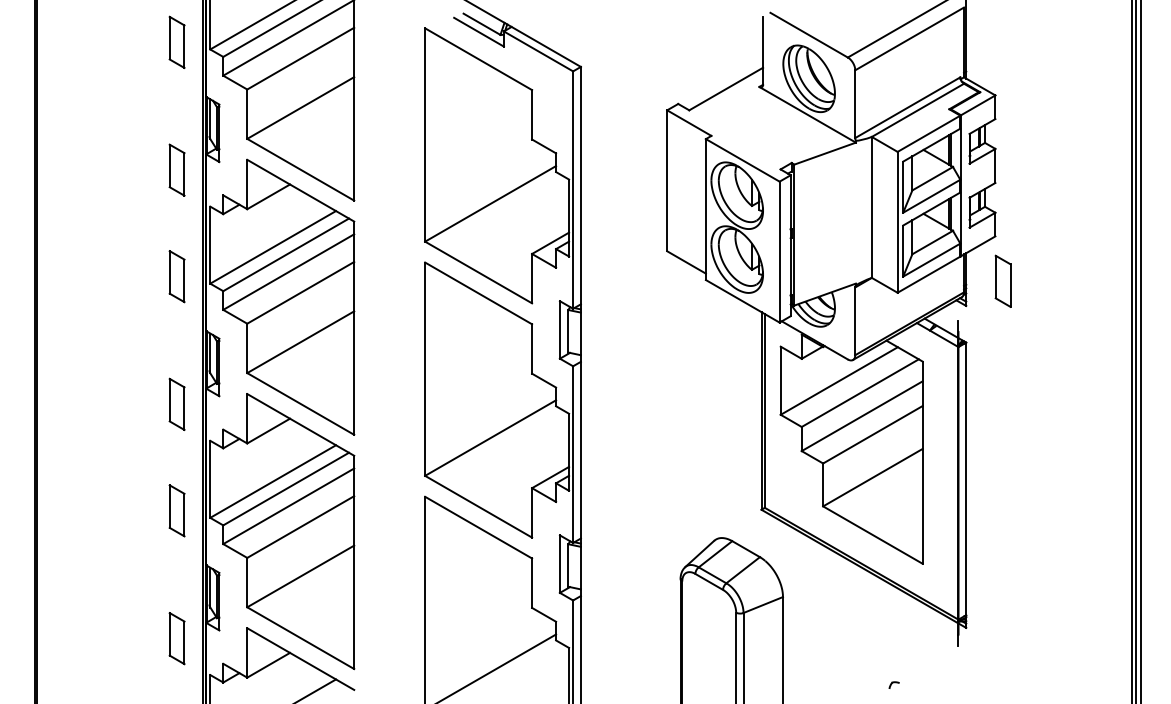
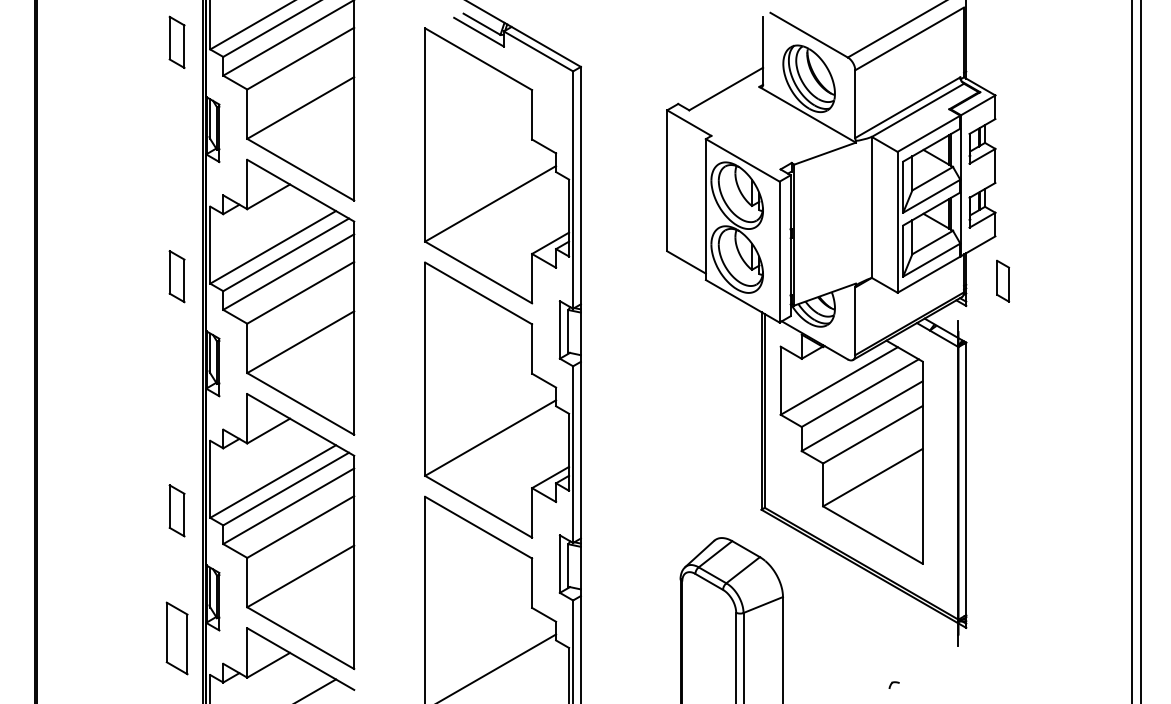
part at (176, 169): present -> none
part at (1002, 280) size: 18x54 px -> 14x44 px
line at (1135, 351): present -> none
part at (176, 403): present -> none
part at (176, 638) size: 18x54 px -> 24x75 px
